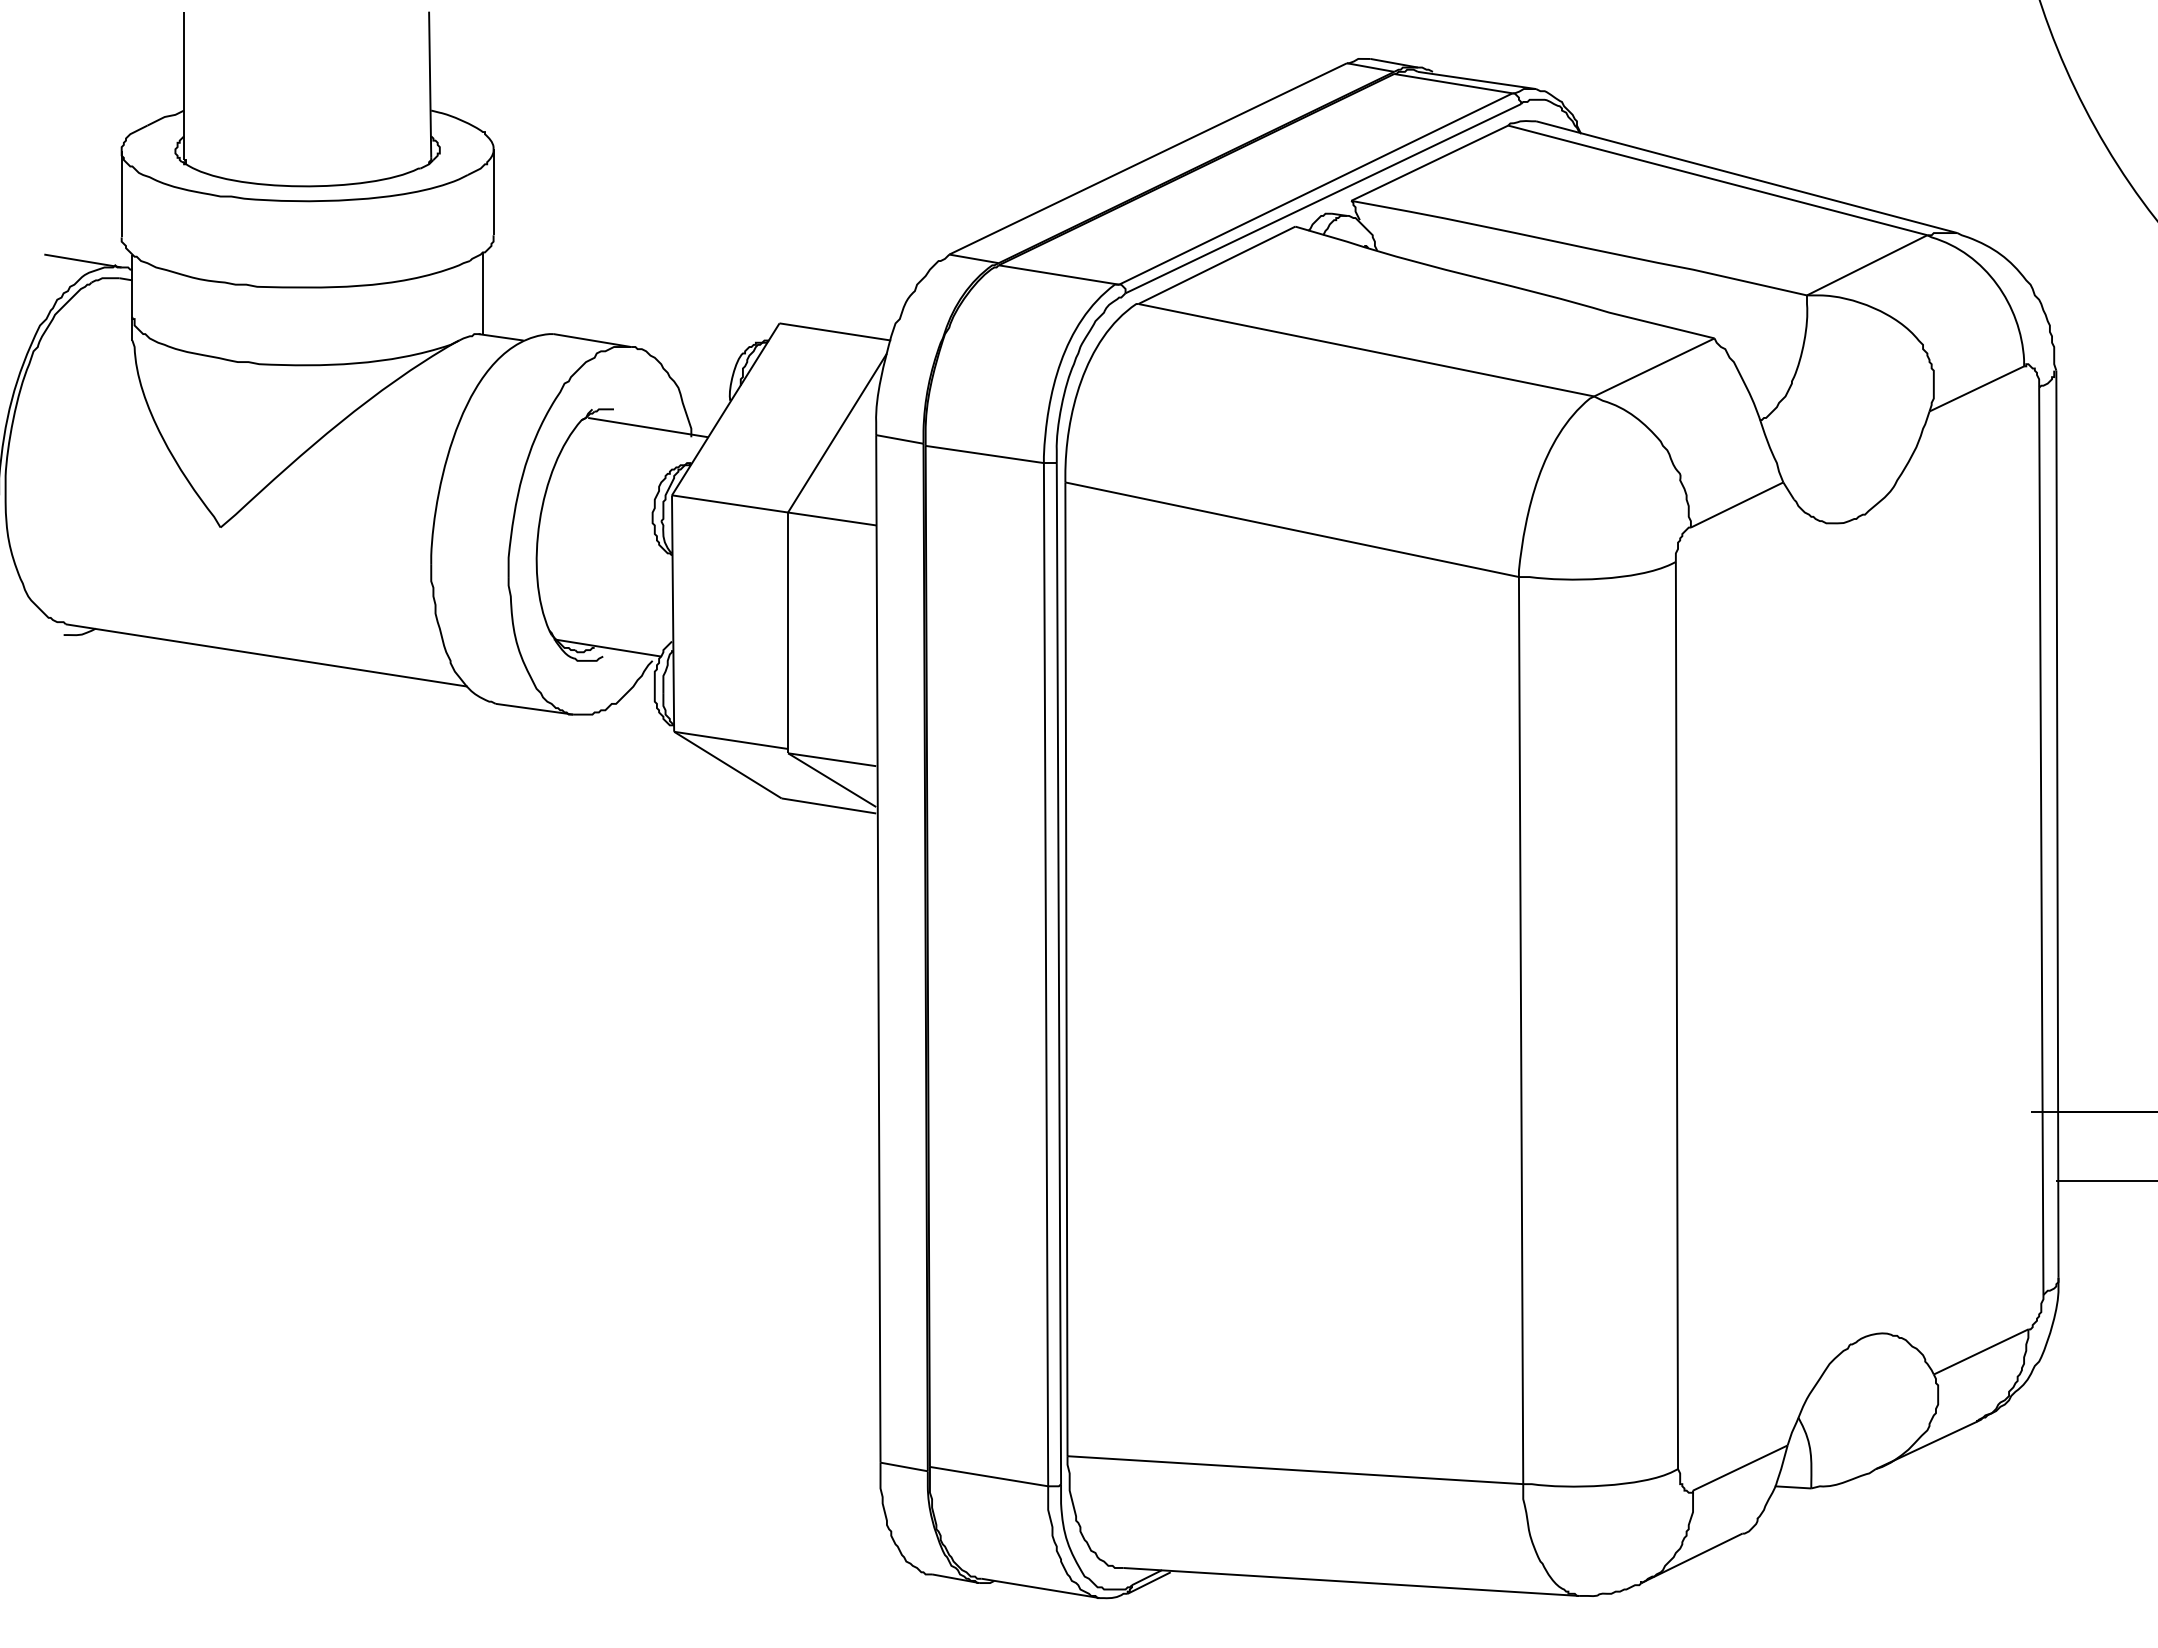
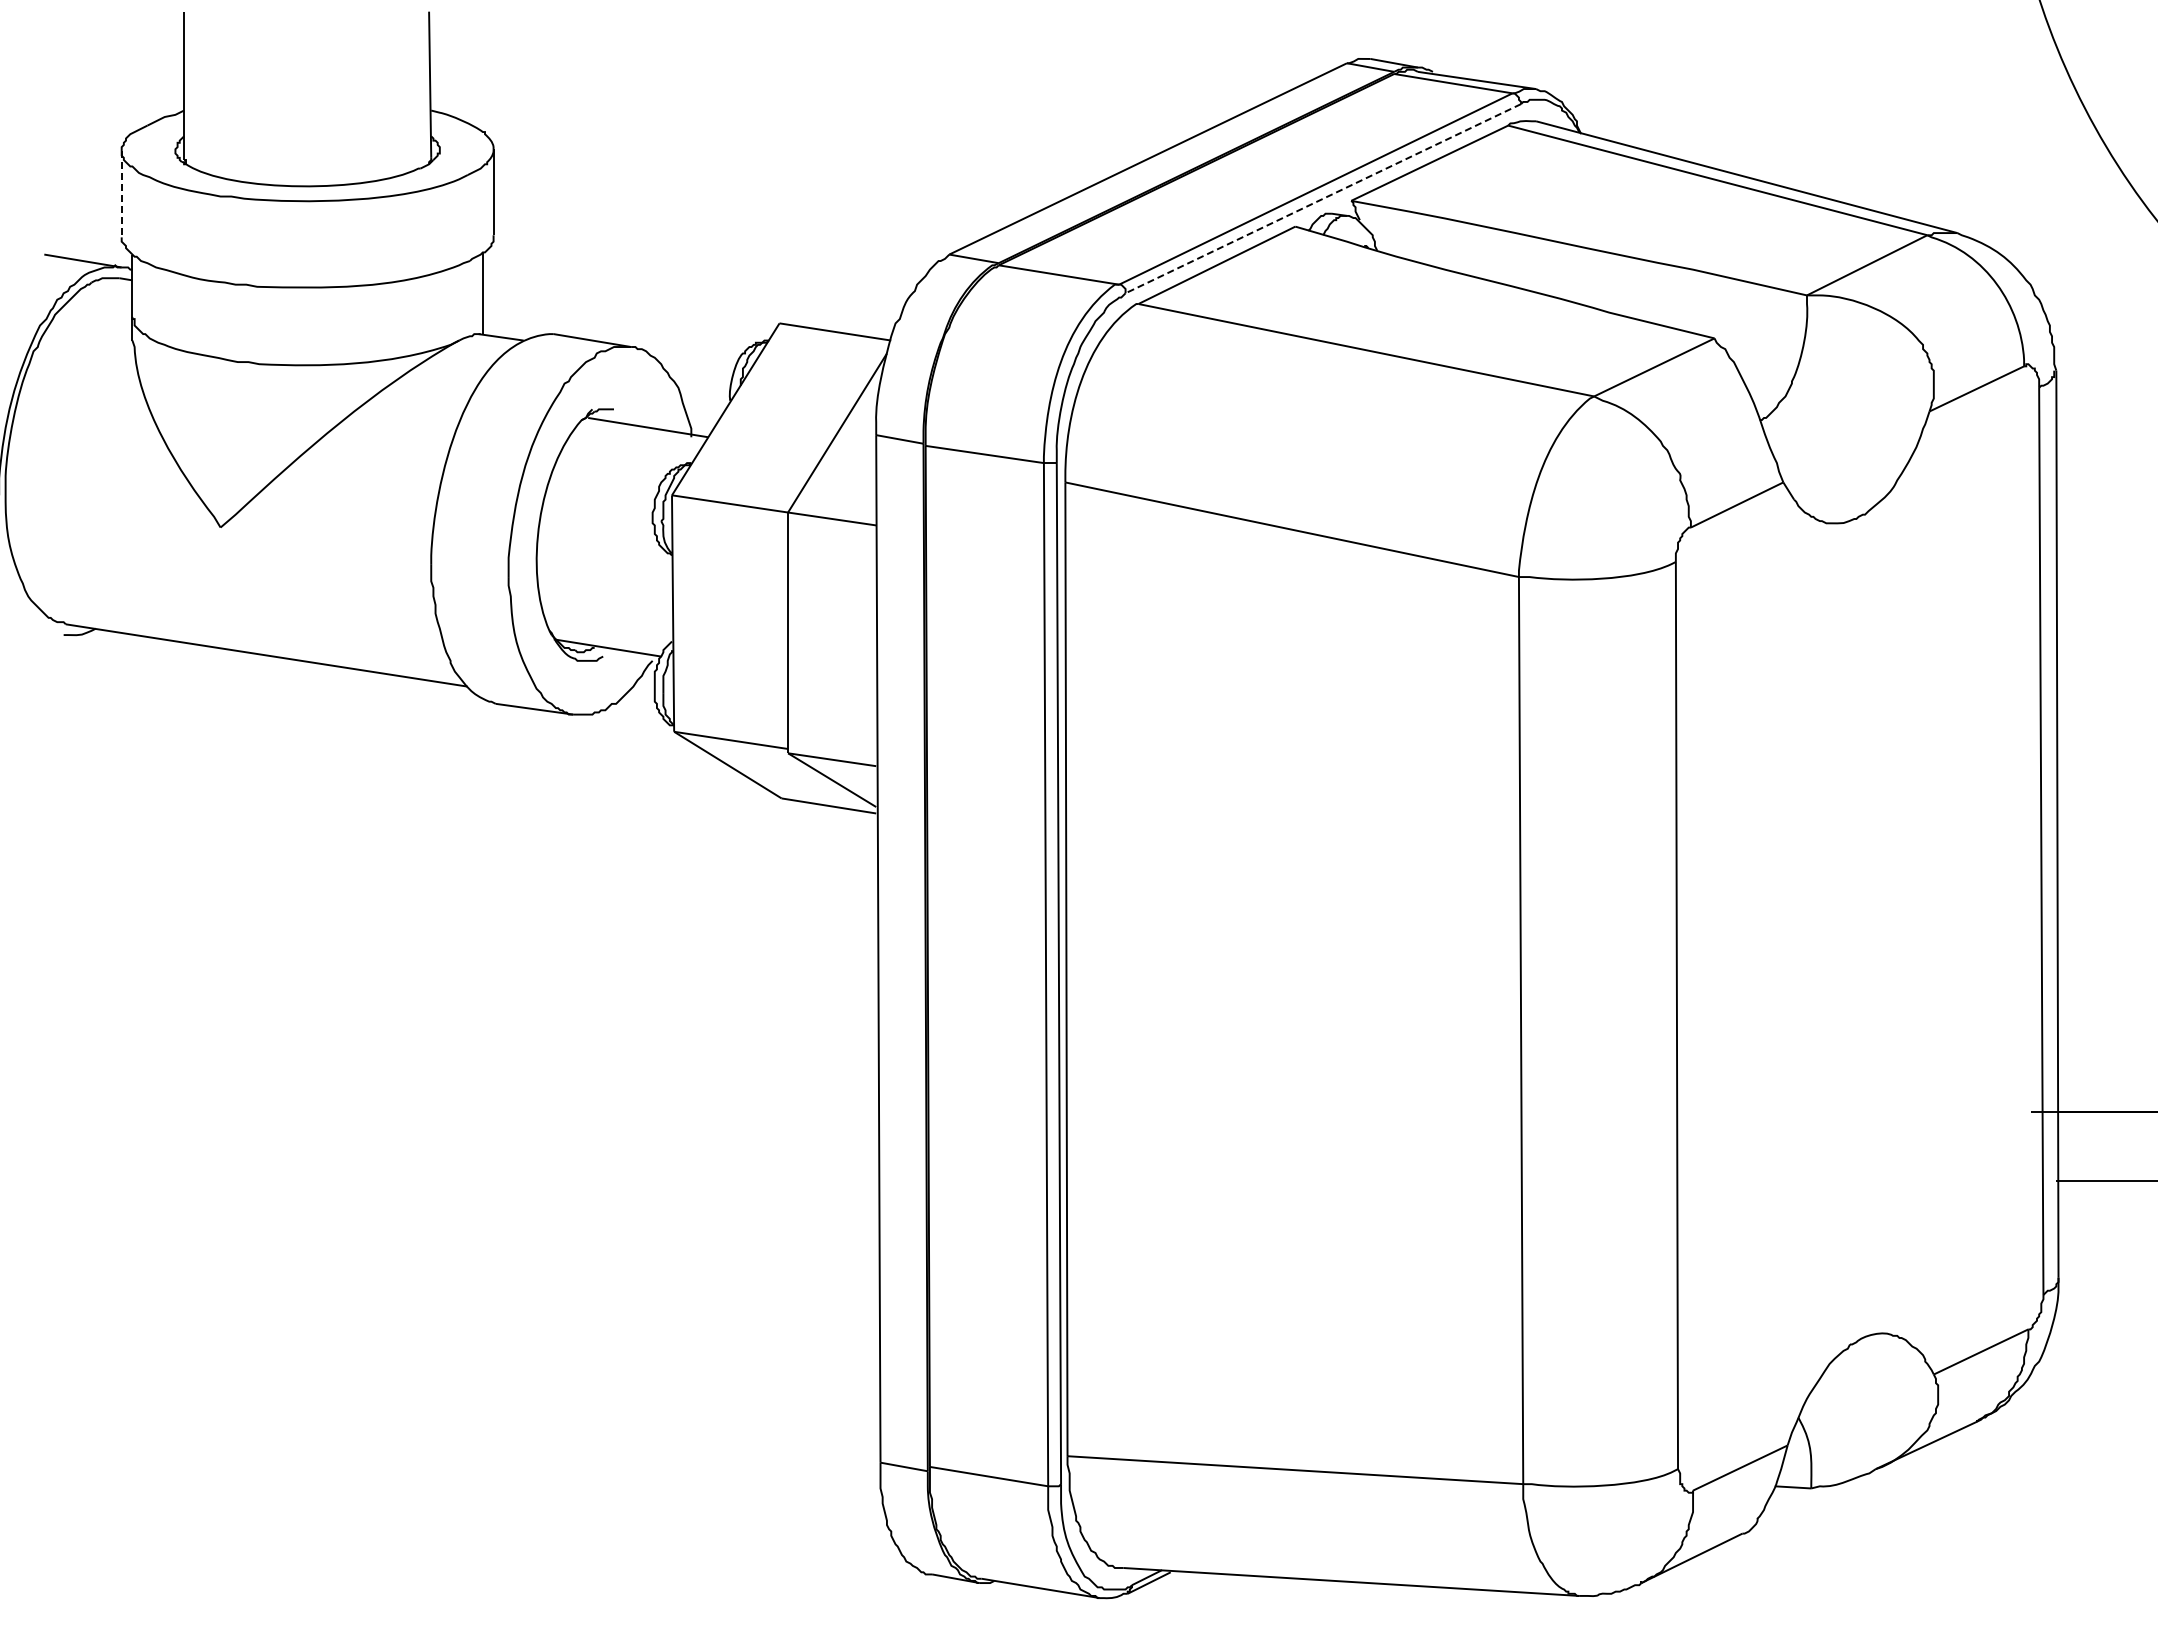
line at (121, 194): solid -> dashed
line at (1322, 198): solid -> dashed
